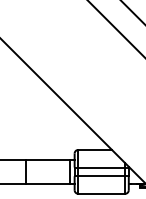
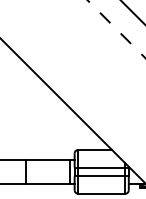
line at (116, 29): solid -> dashed
